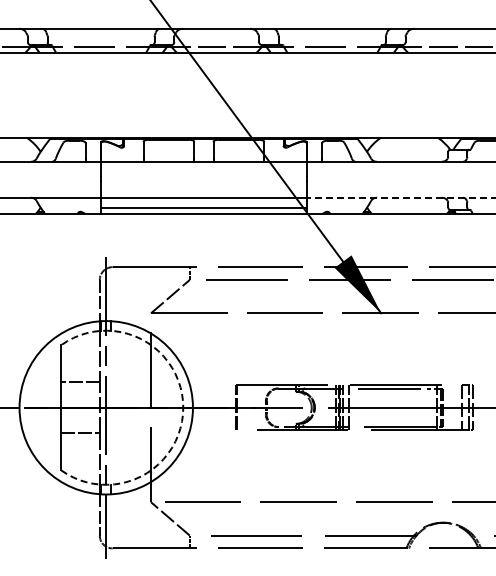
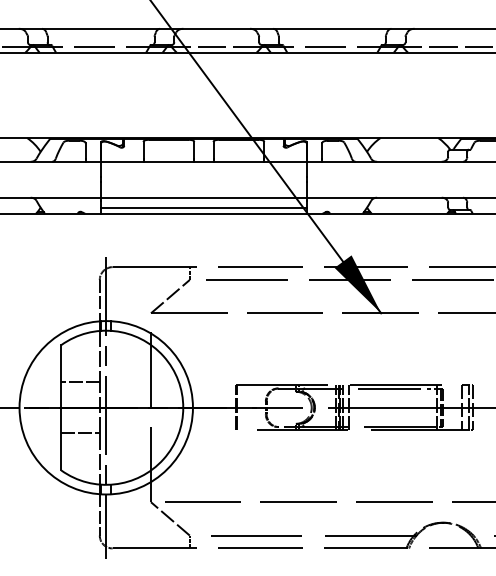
line at (400, 197): dashed -> solid
arc at (183, 407): dashed -> solid
